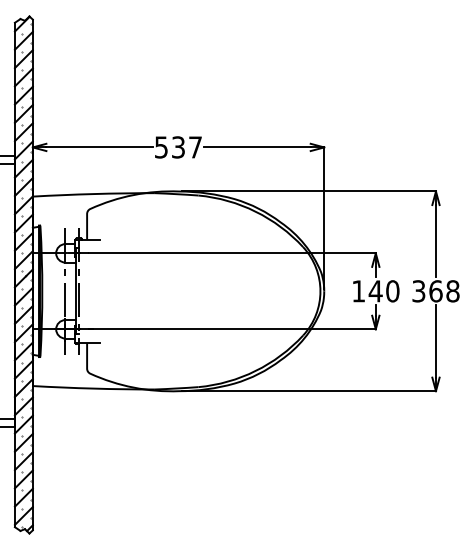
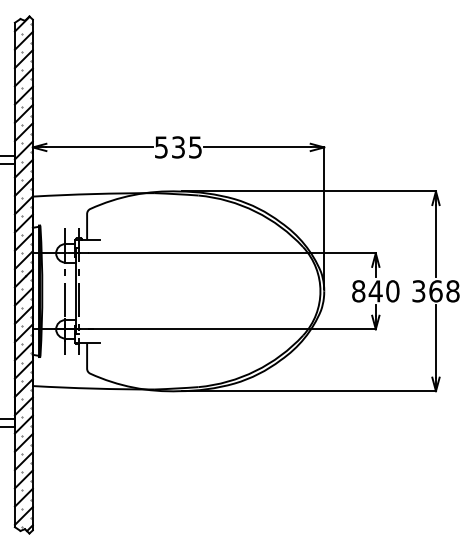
text at (195, 147): 537 -> 535
text at (358, 291): 140 -> 840
